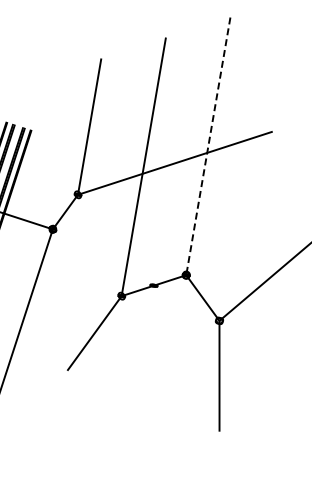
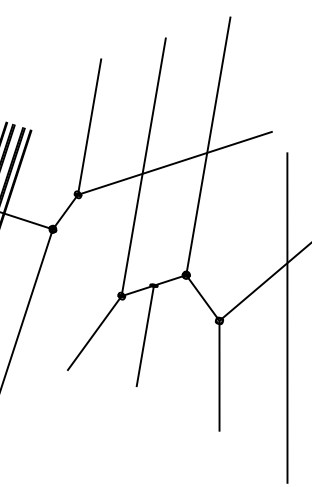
line at (208, 146): dashed -> solid
line at (287, 317): none -> present
line at (144, 335): none -> present
